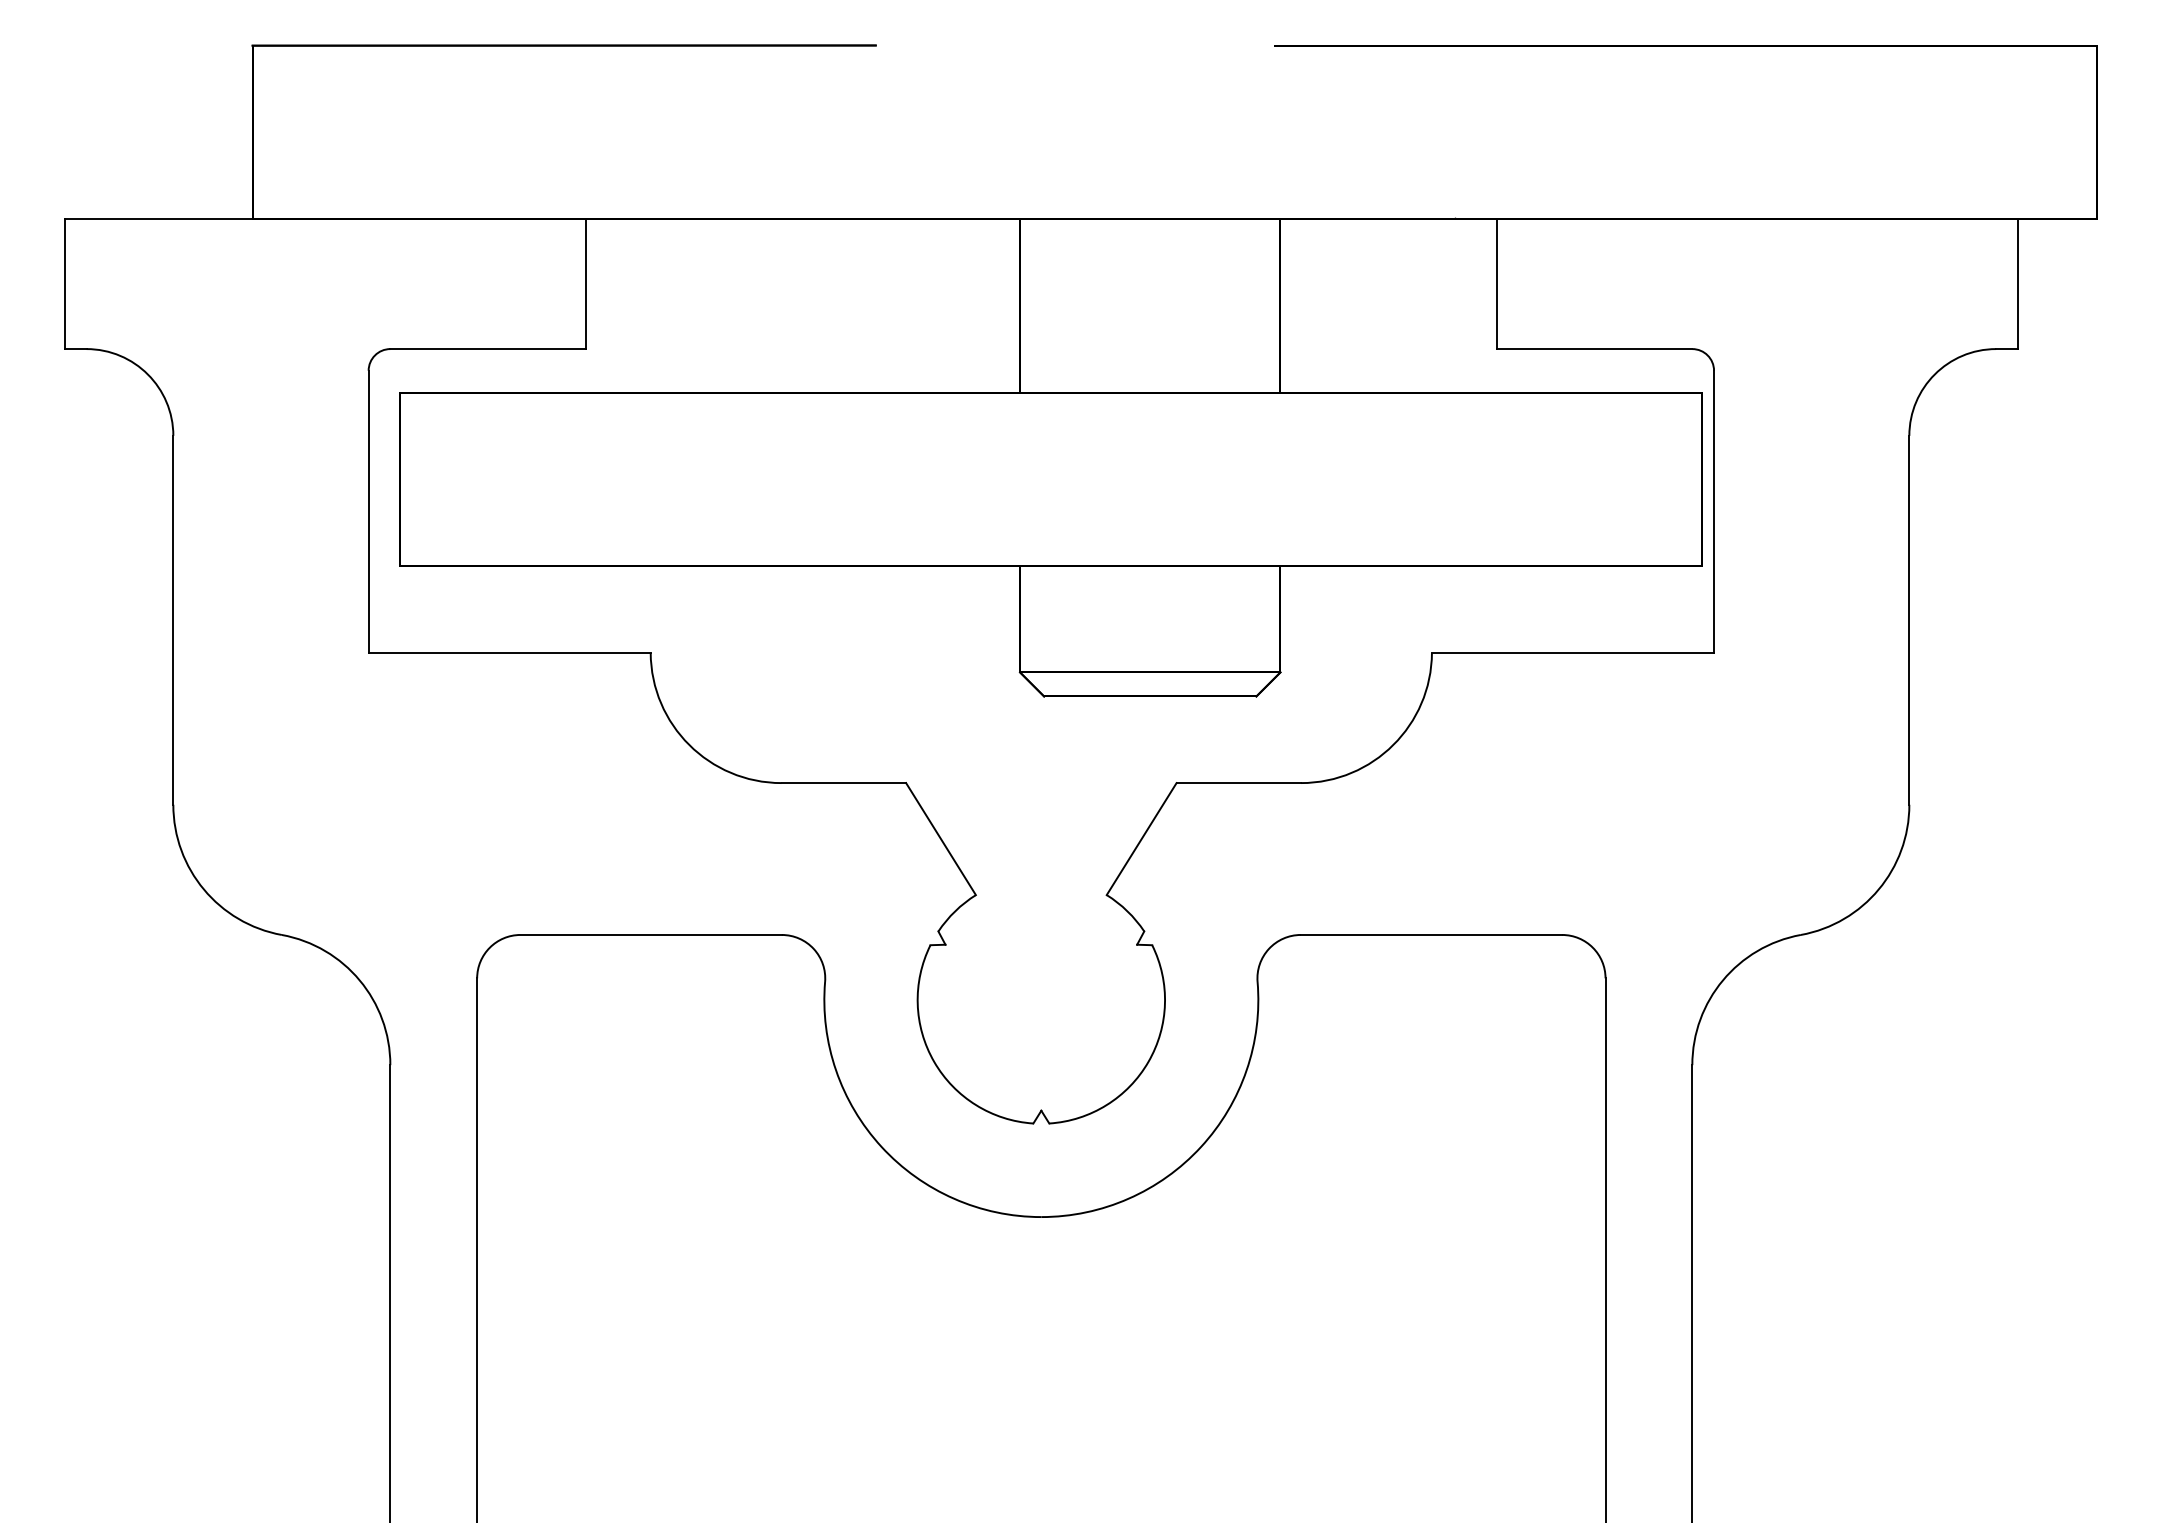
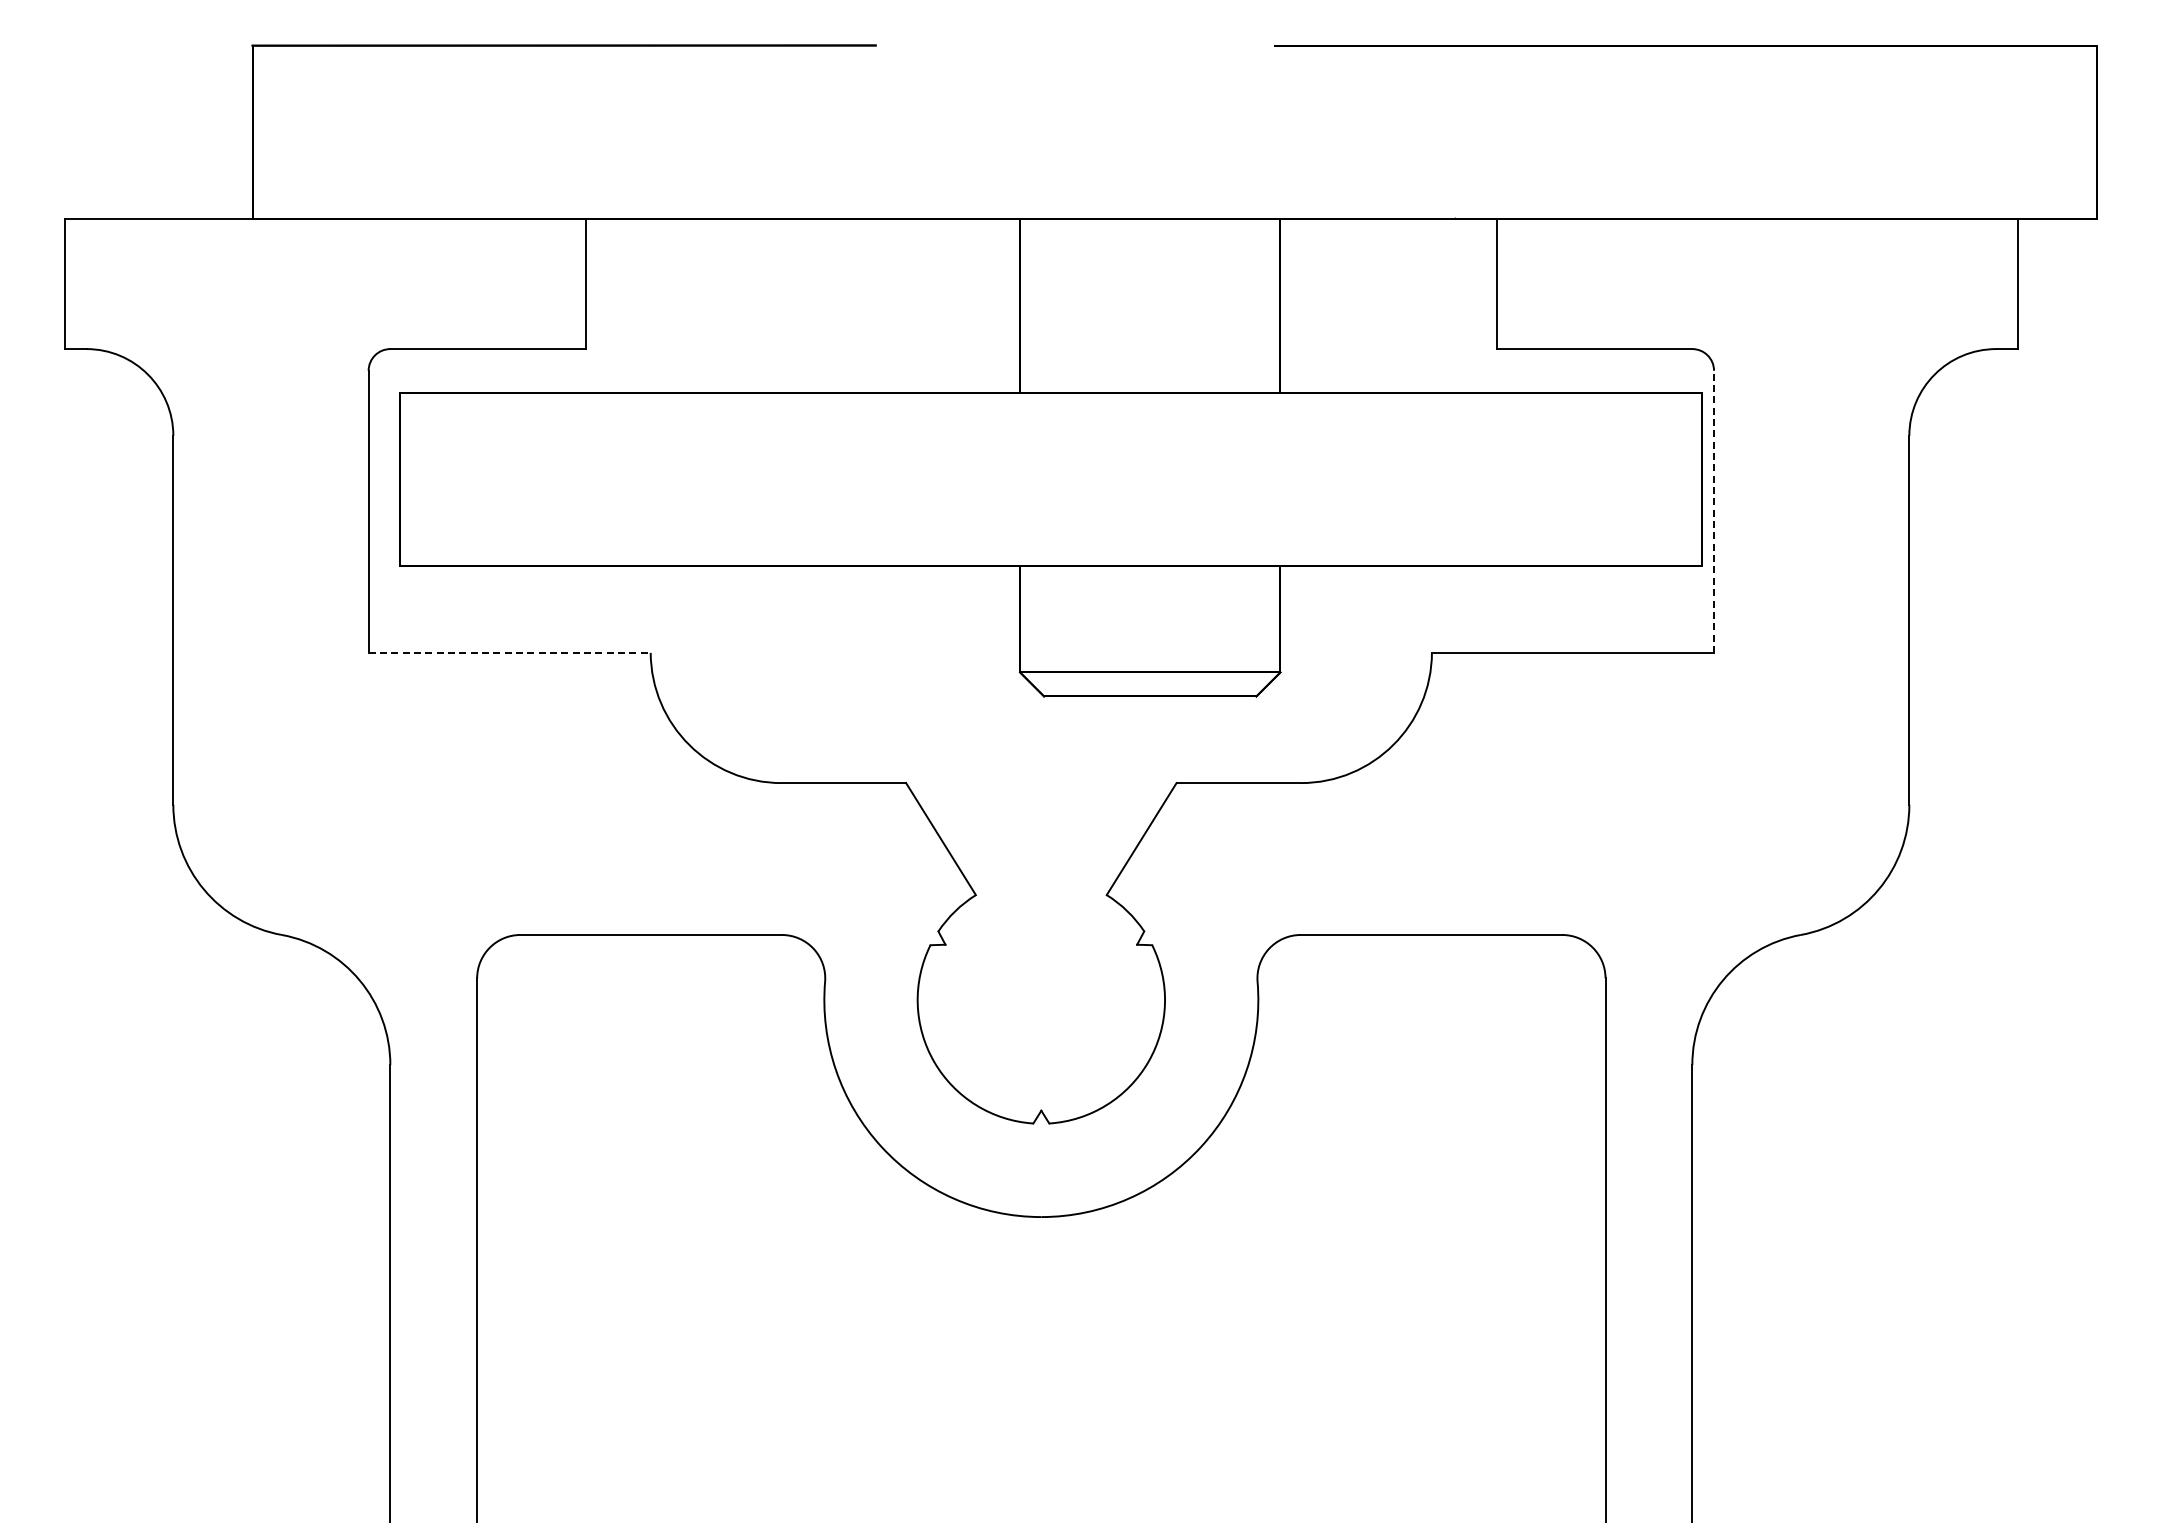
line at (1714, 511): solid -> dashed
line at (510, 652): solid -> dashed
